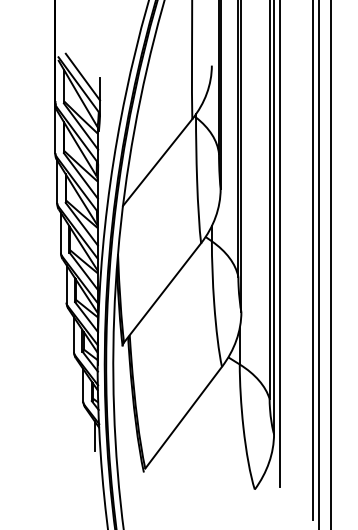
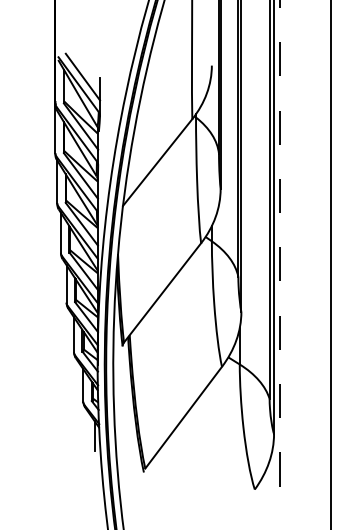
line at (279, 243): solid -> dashed
line at (312, 261): present -> none
line at (318, 264): present -> none
